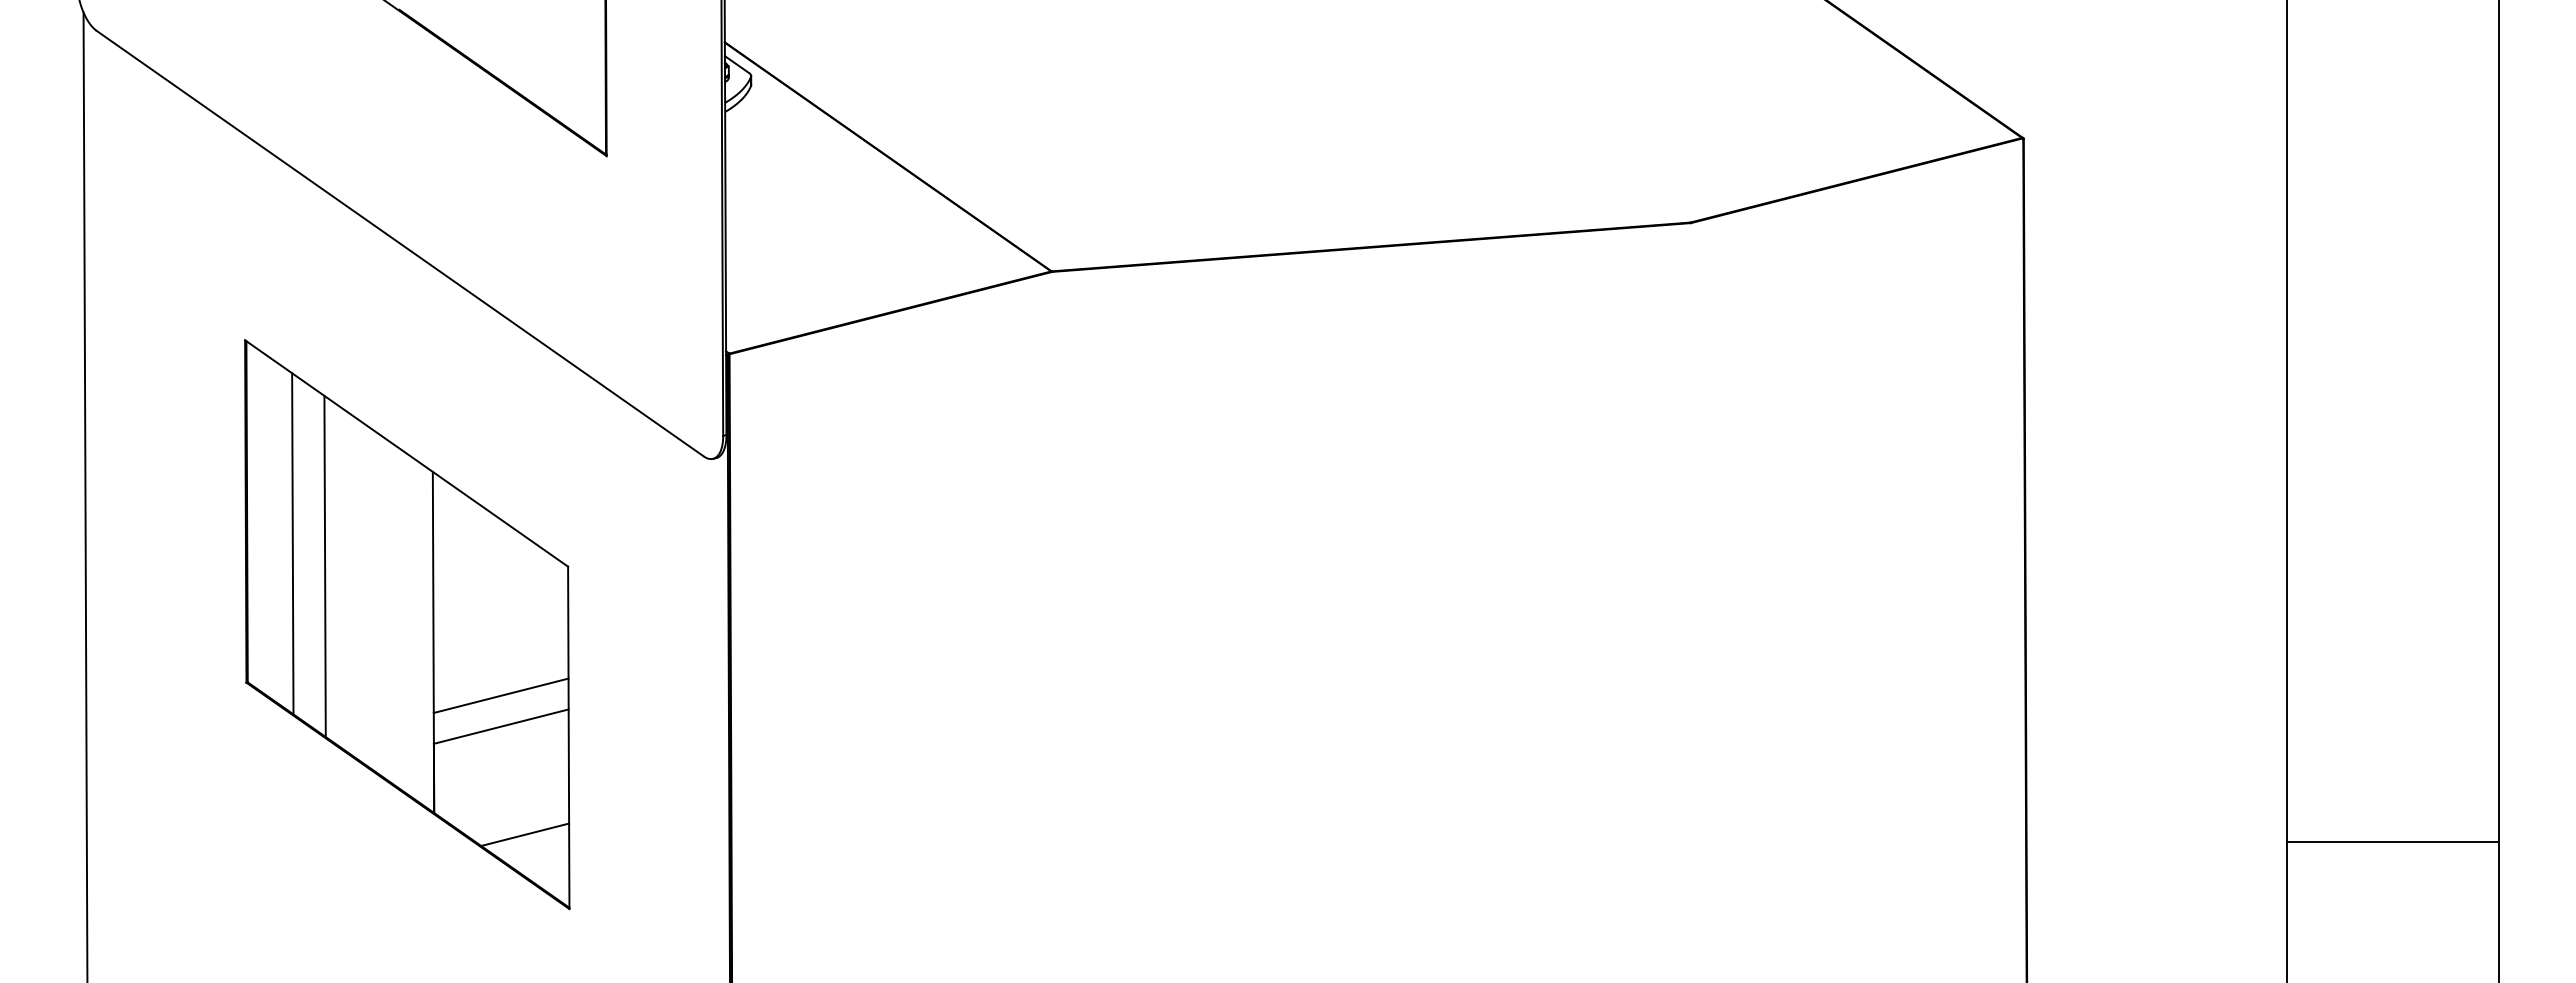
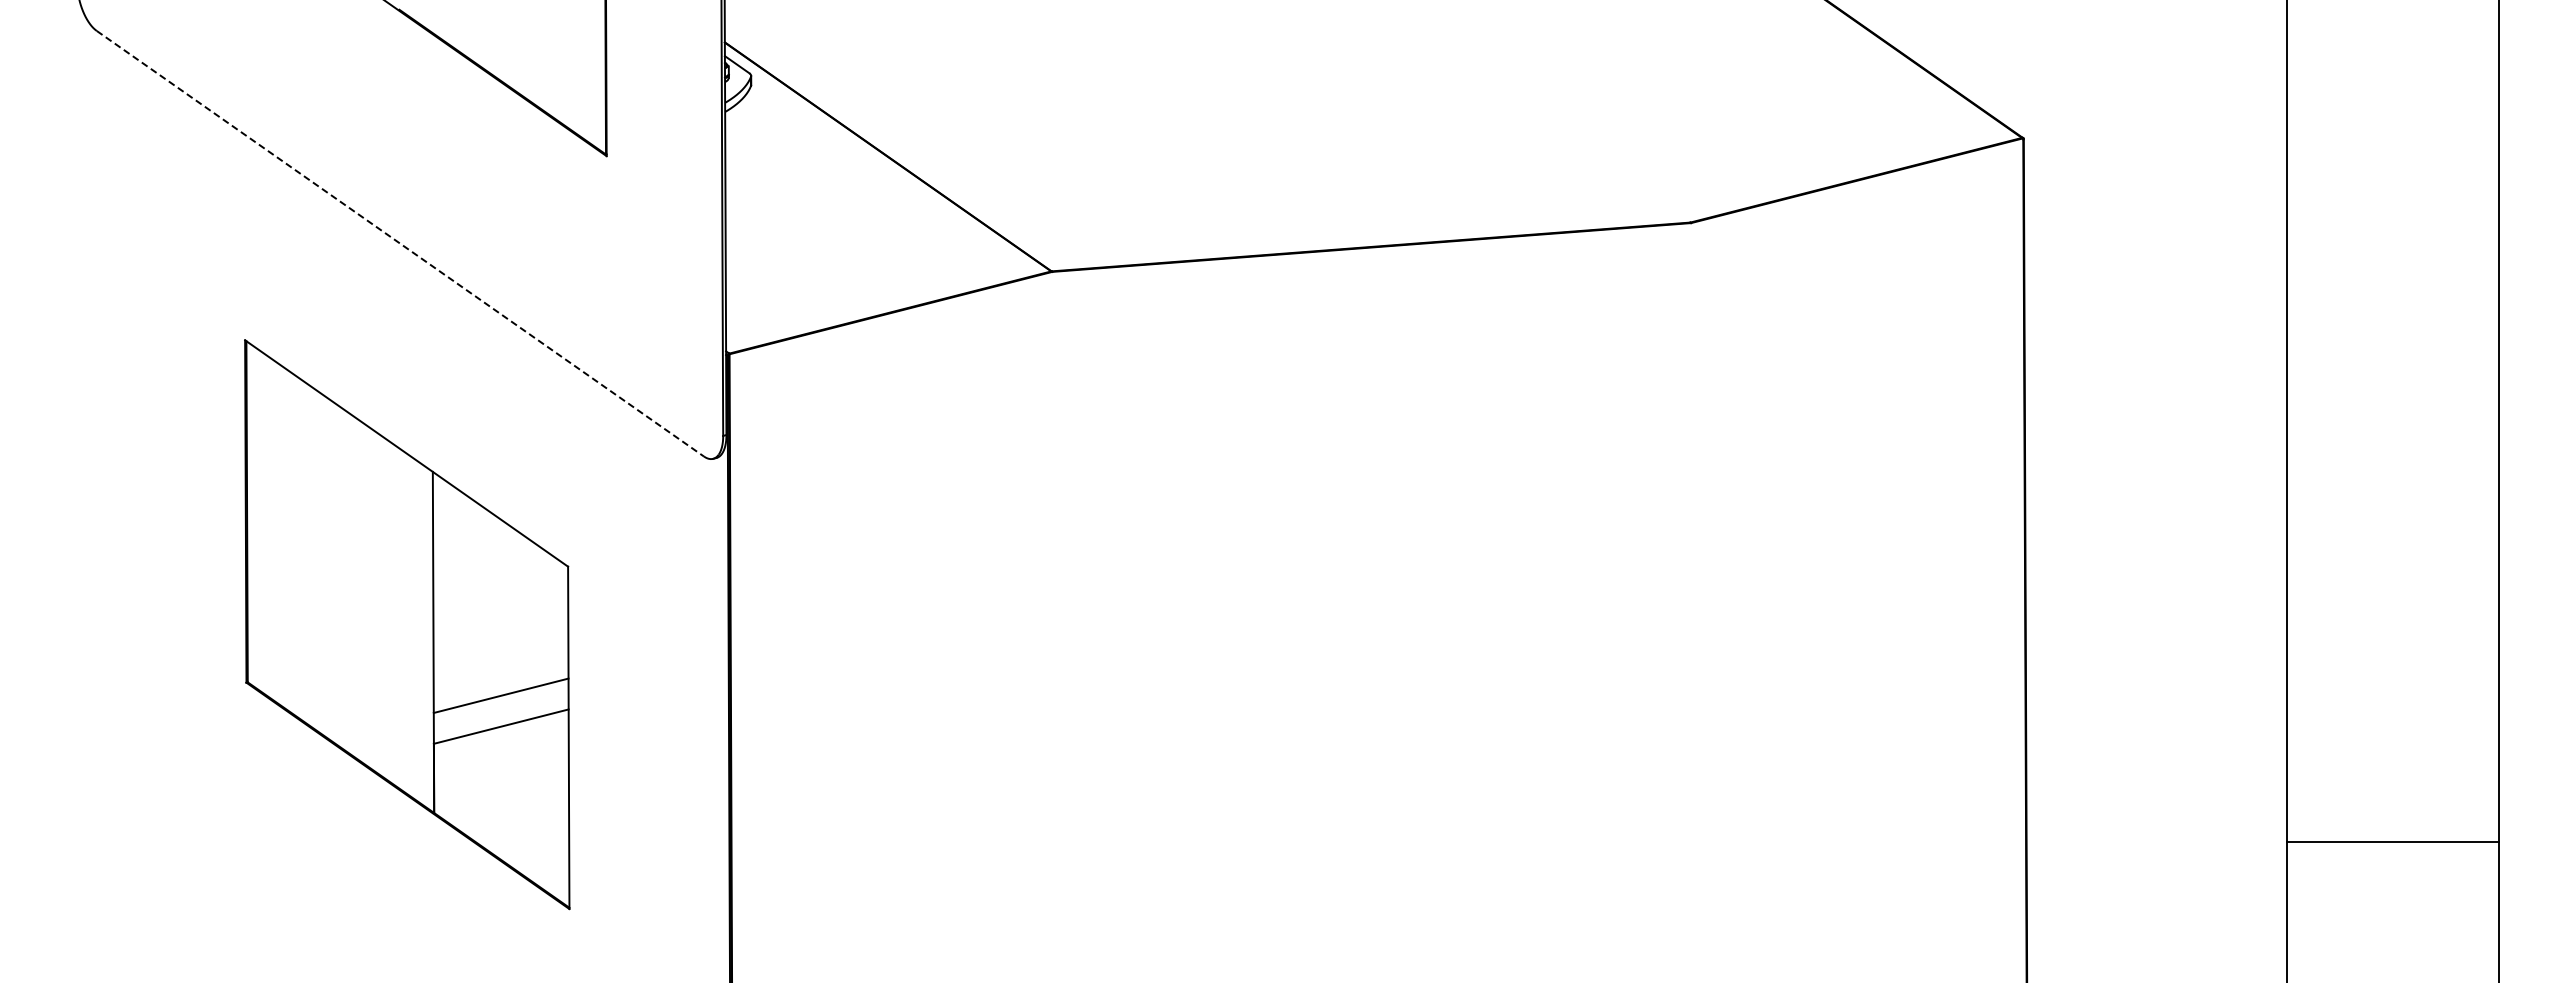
line at (400, 243): solid -> dashed
line at (85, 495): present -> none
line at (292, 543): present -> none
line at (324, 566): present -> none
line at (525, 834): present -> none
